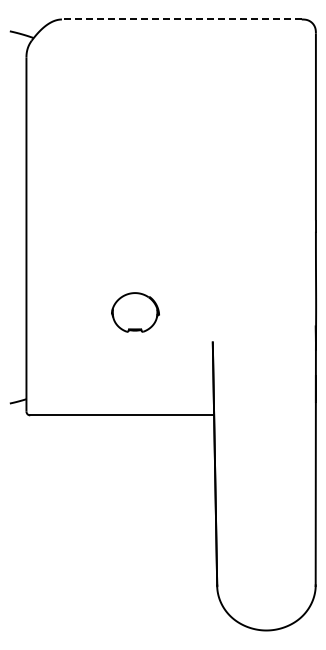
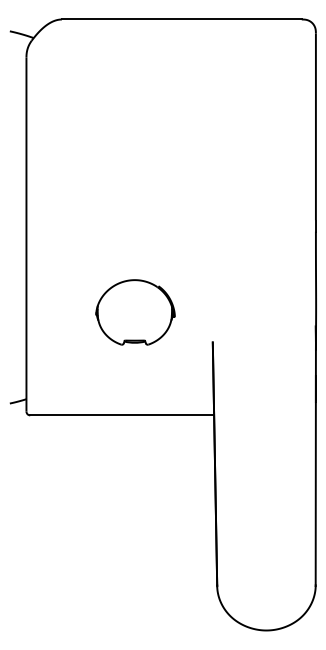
line at (181, 19): dashed -> solid
part at (135, 312) size: 49x41 px -> 81x67 px
